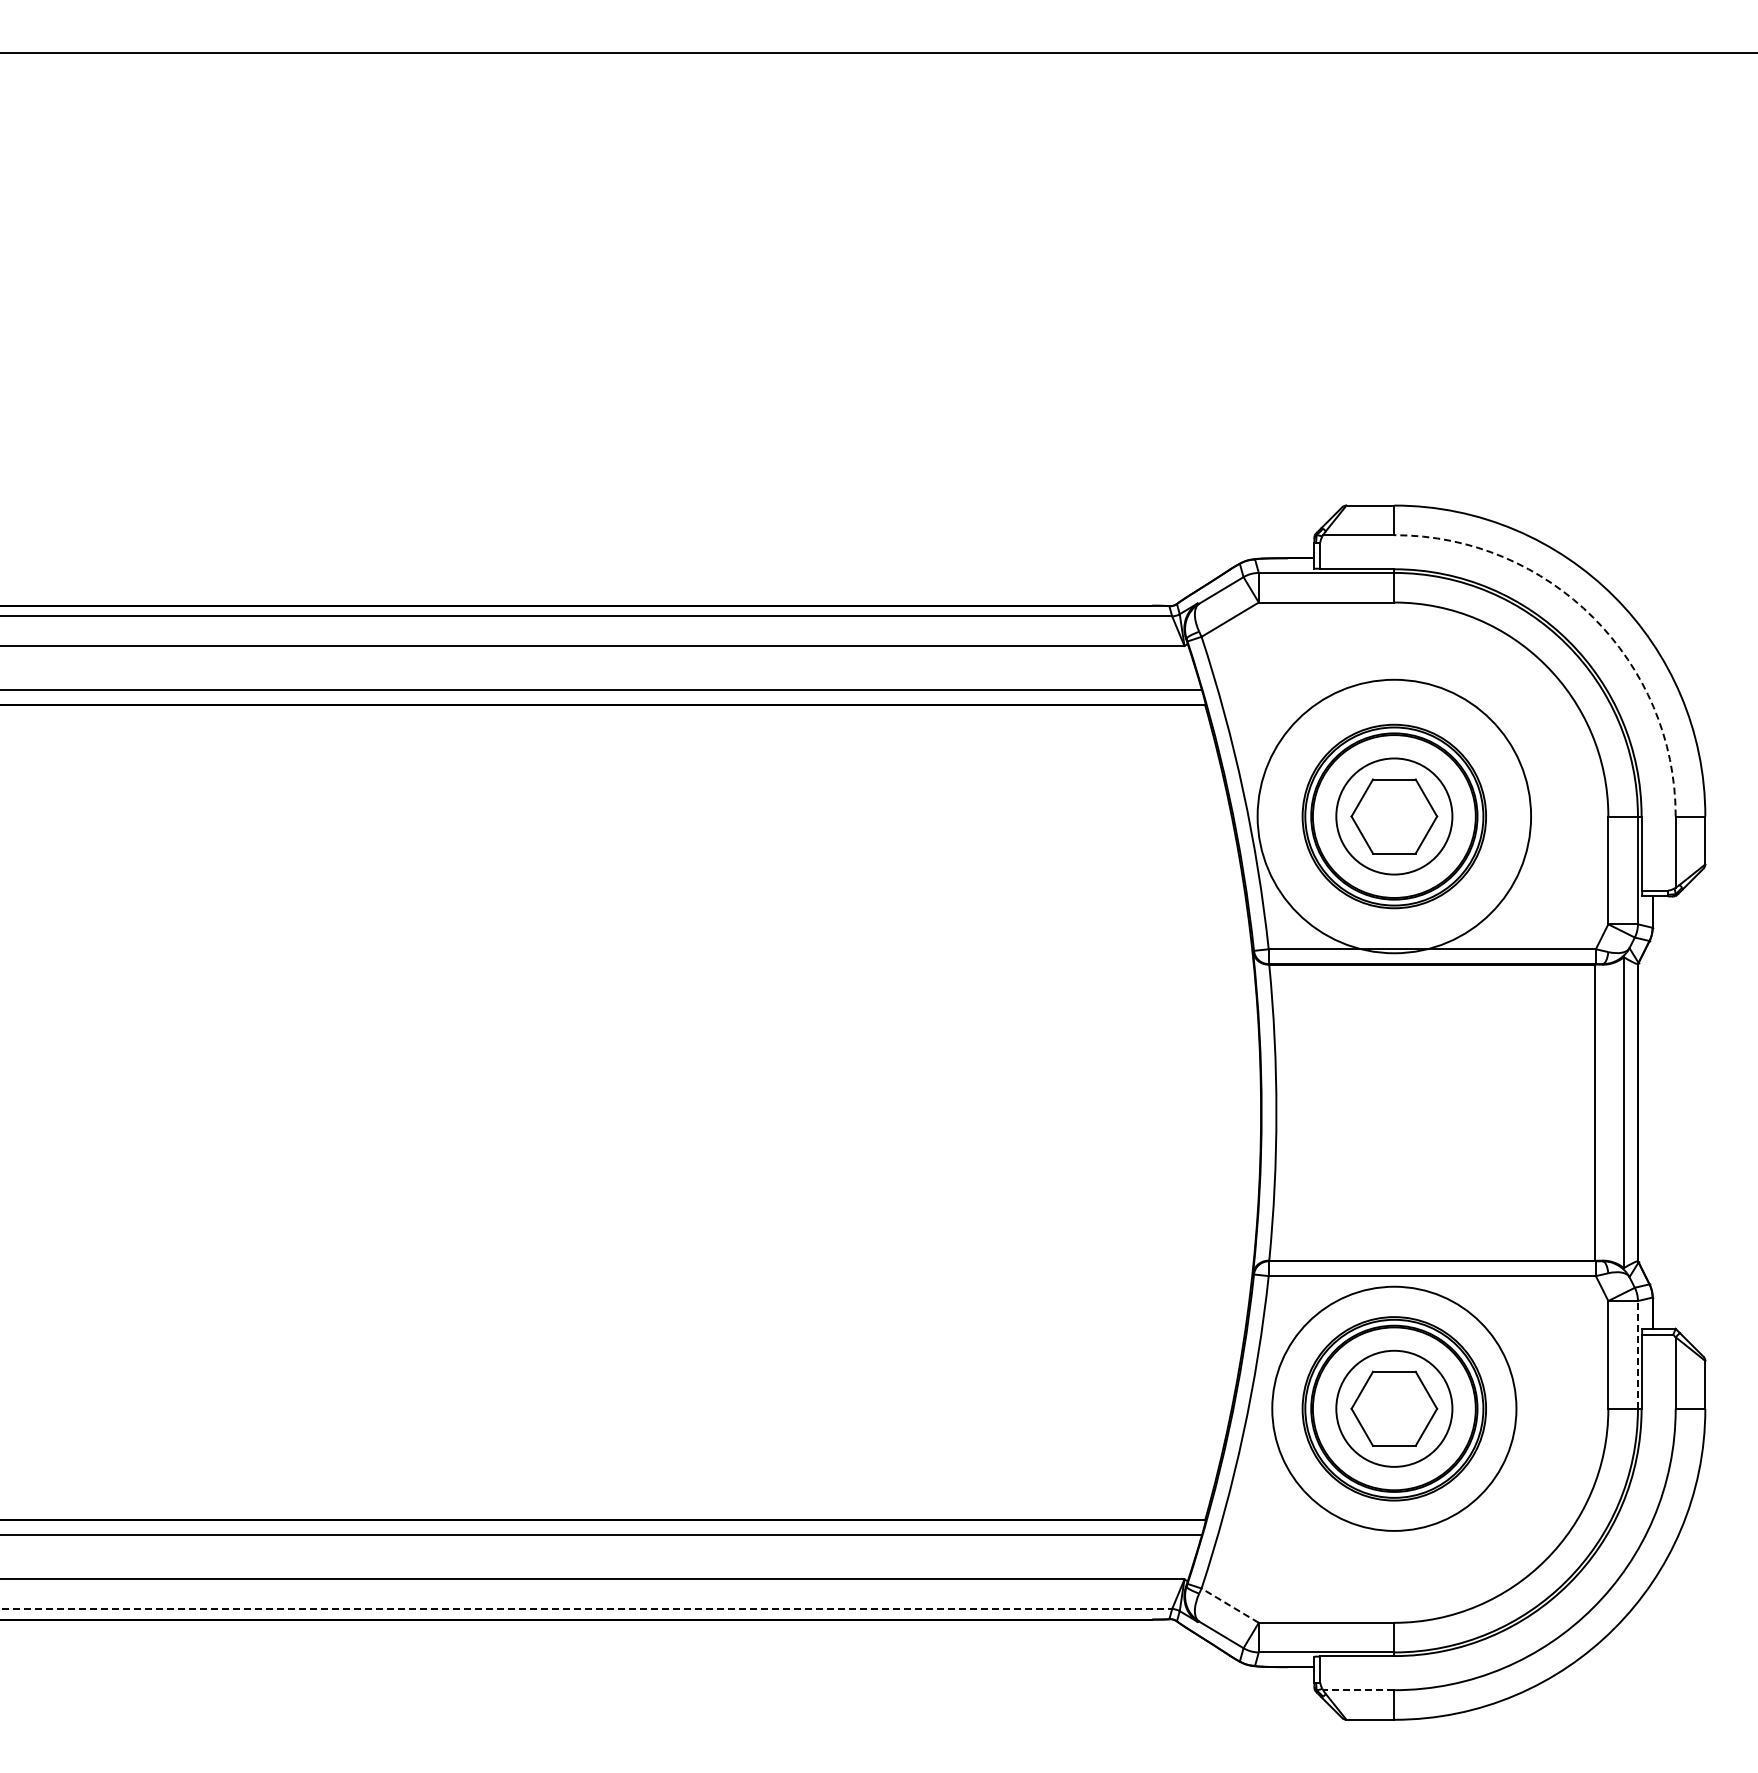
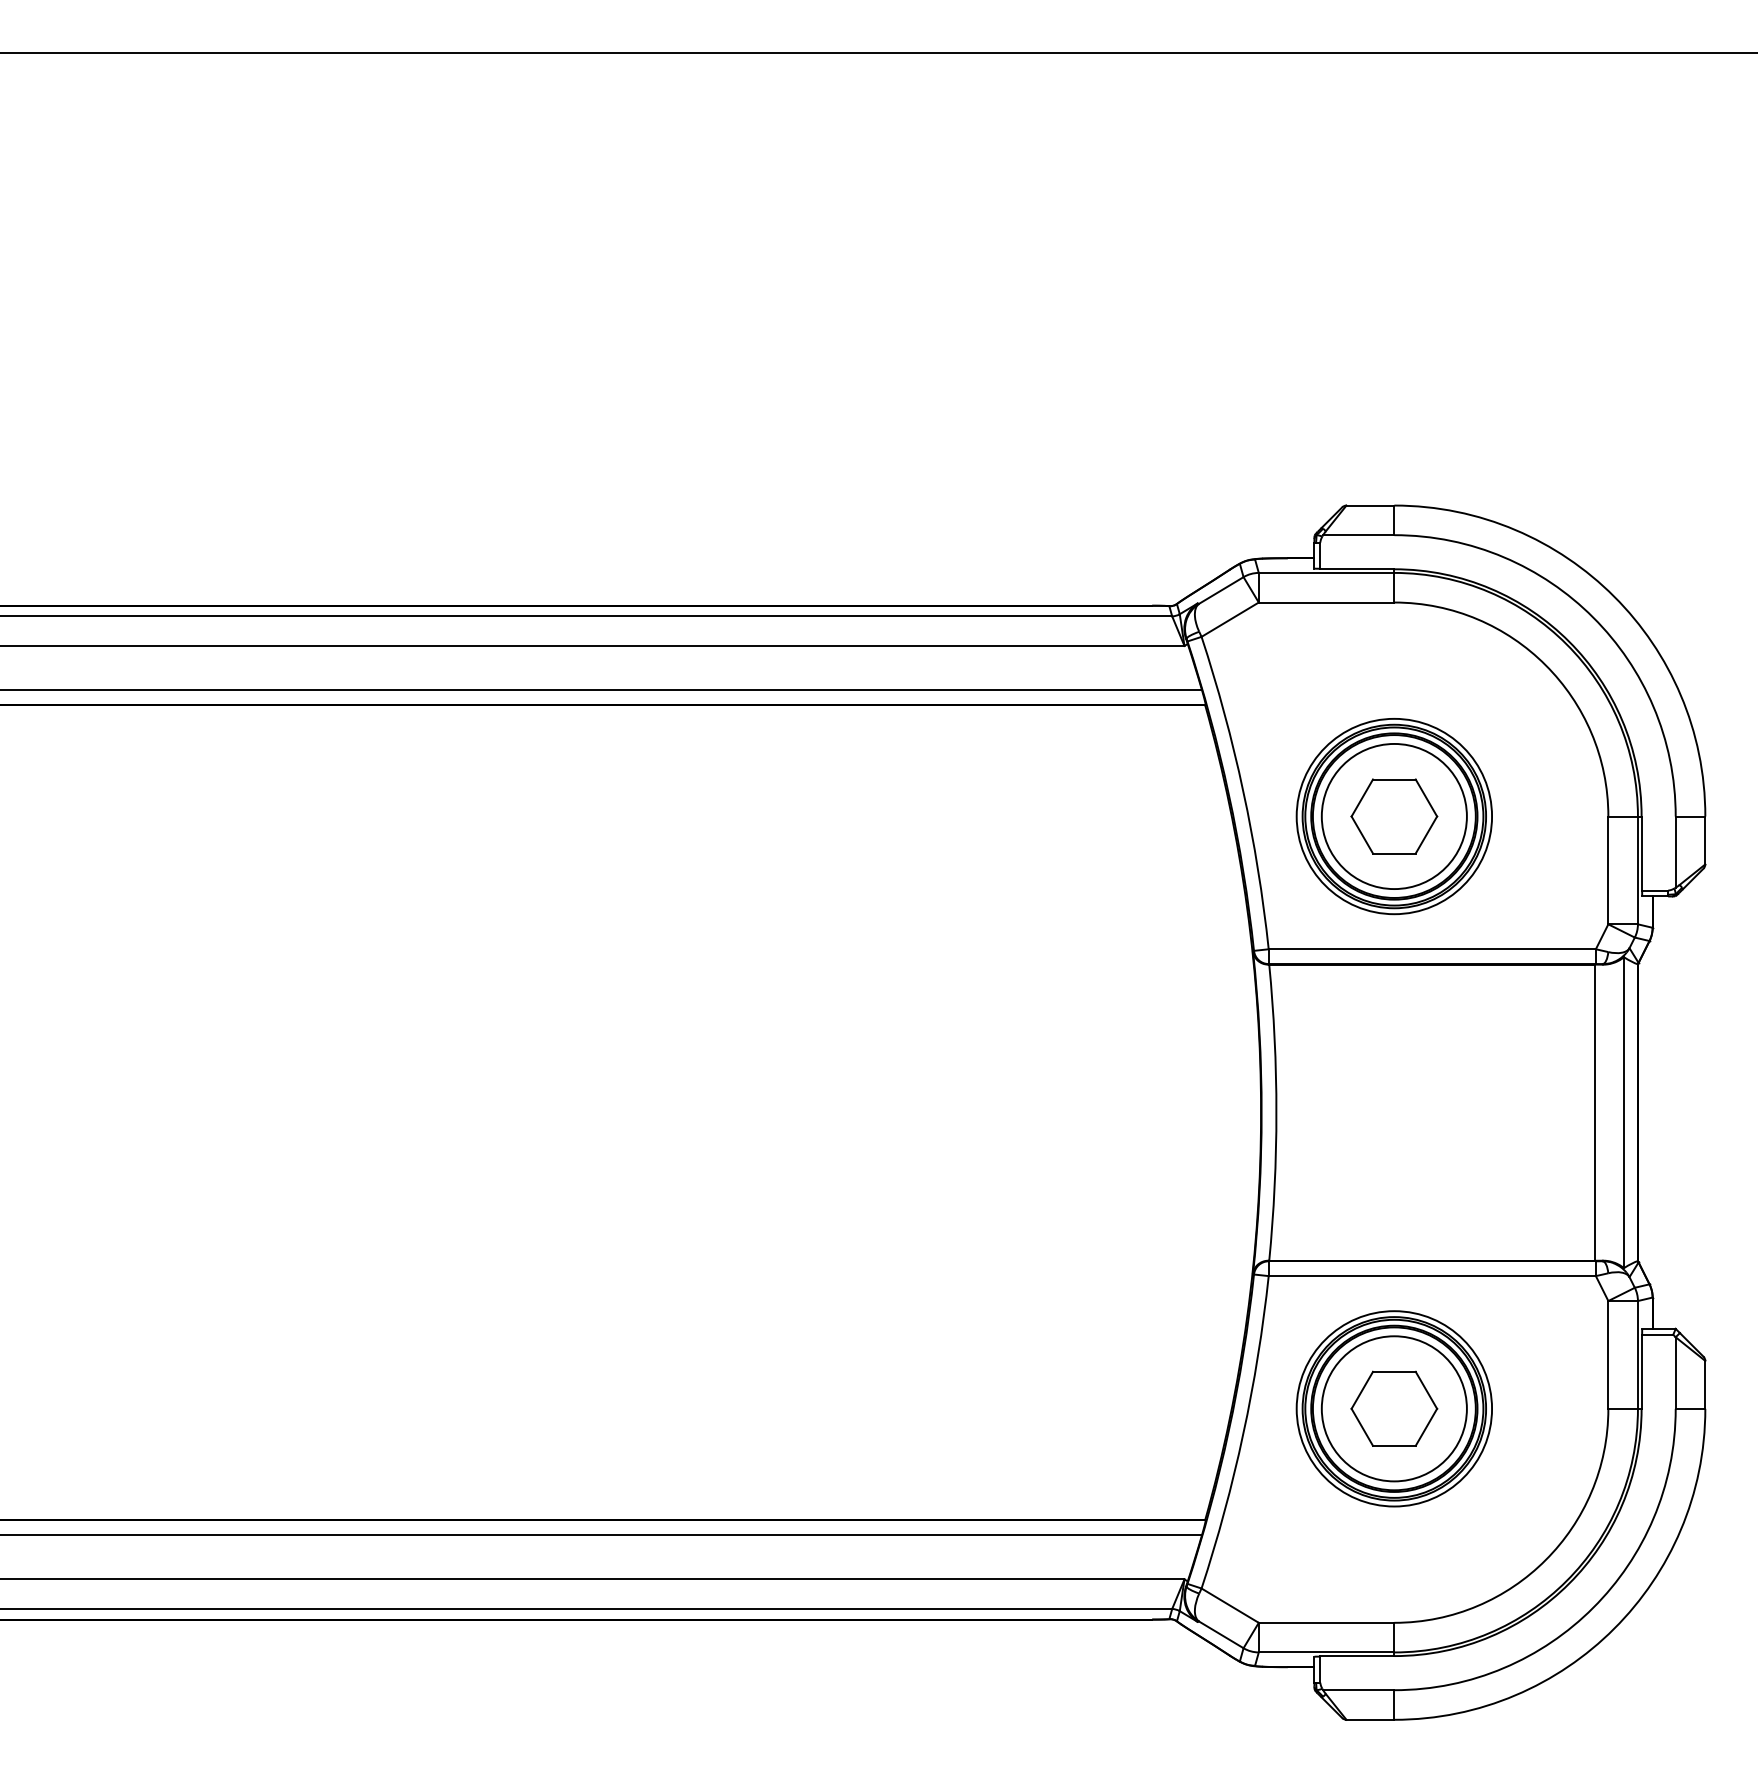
arc at (1593, 617): dashed -> solid
circle at (1394, 816) diameter: 116 px -> 145 px
circle at (1394, 816) diameter: 273 px -> 195 px
line at (1637, 1354): dashed -> solid
circle at (1394, 1408) diameter: 116 px -> 145 px
circle at (1394, 1408) diameter: 244 px -> 195 px
line at (1229, 1605): dashed -> solid
line at (586, 1609): dashed -> solid
line at (1358, 1690): dashed -> solid
